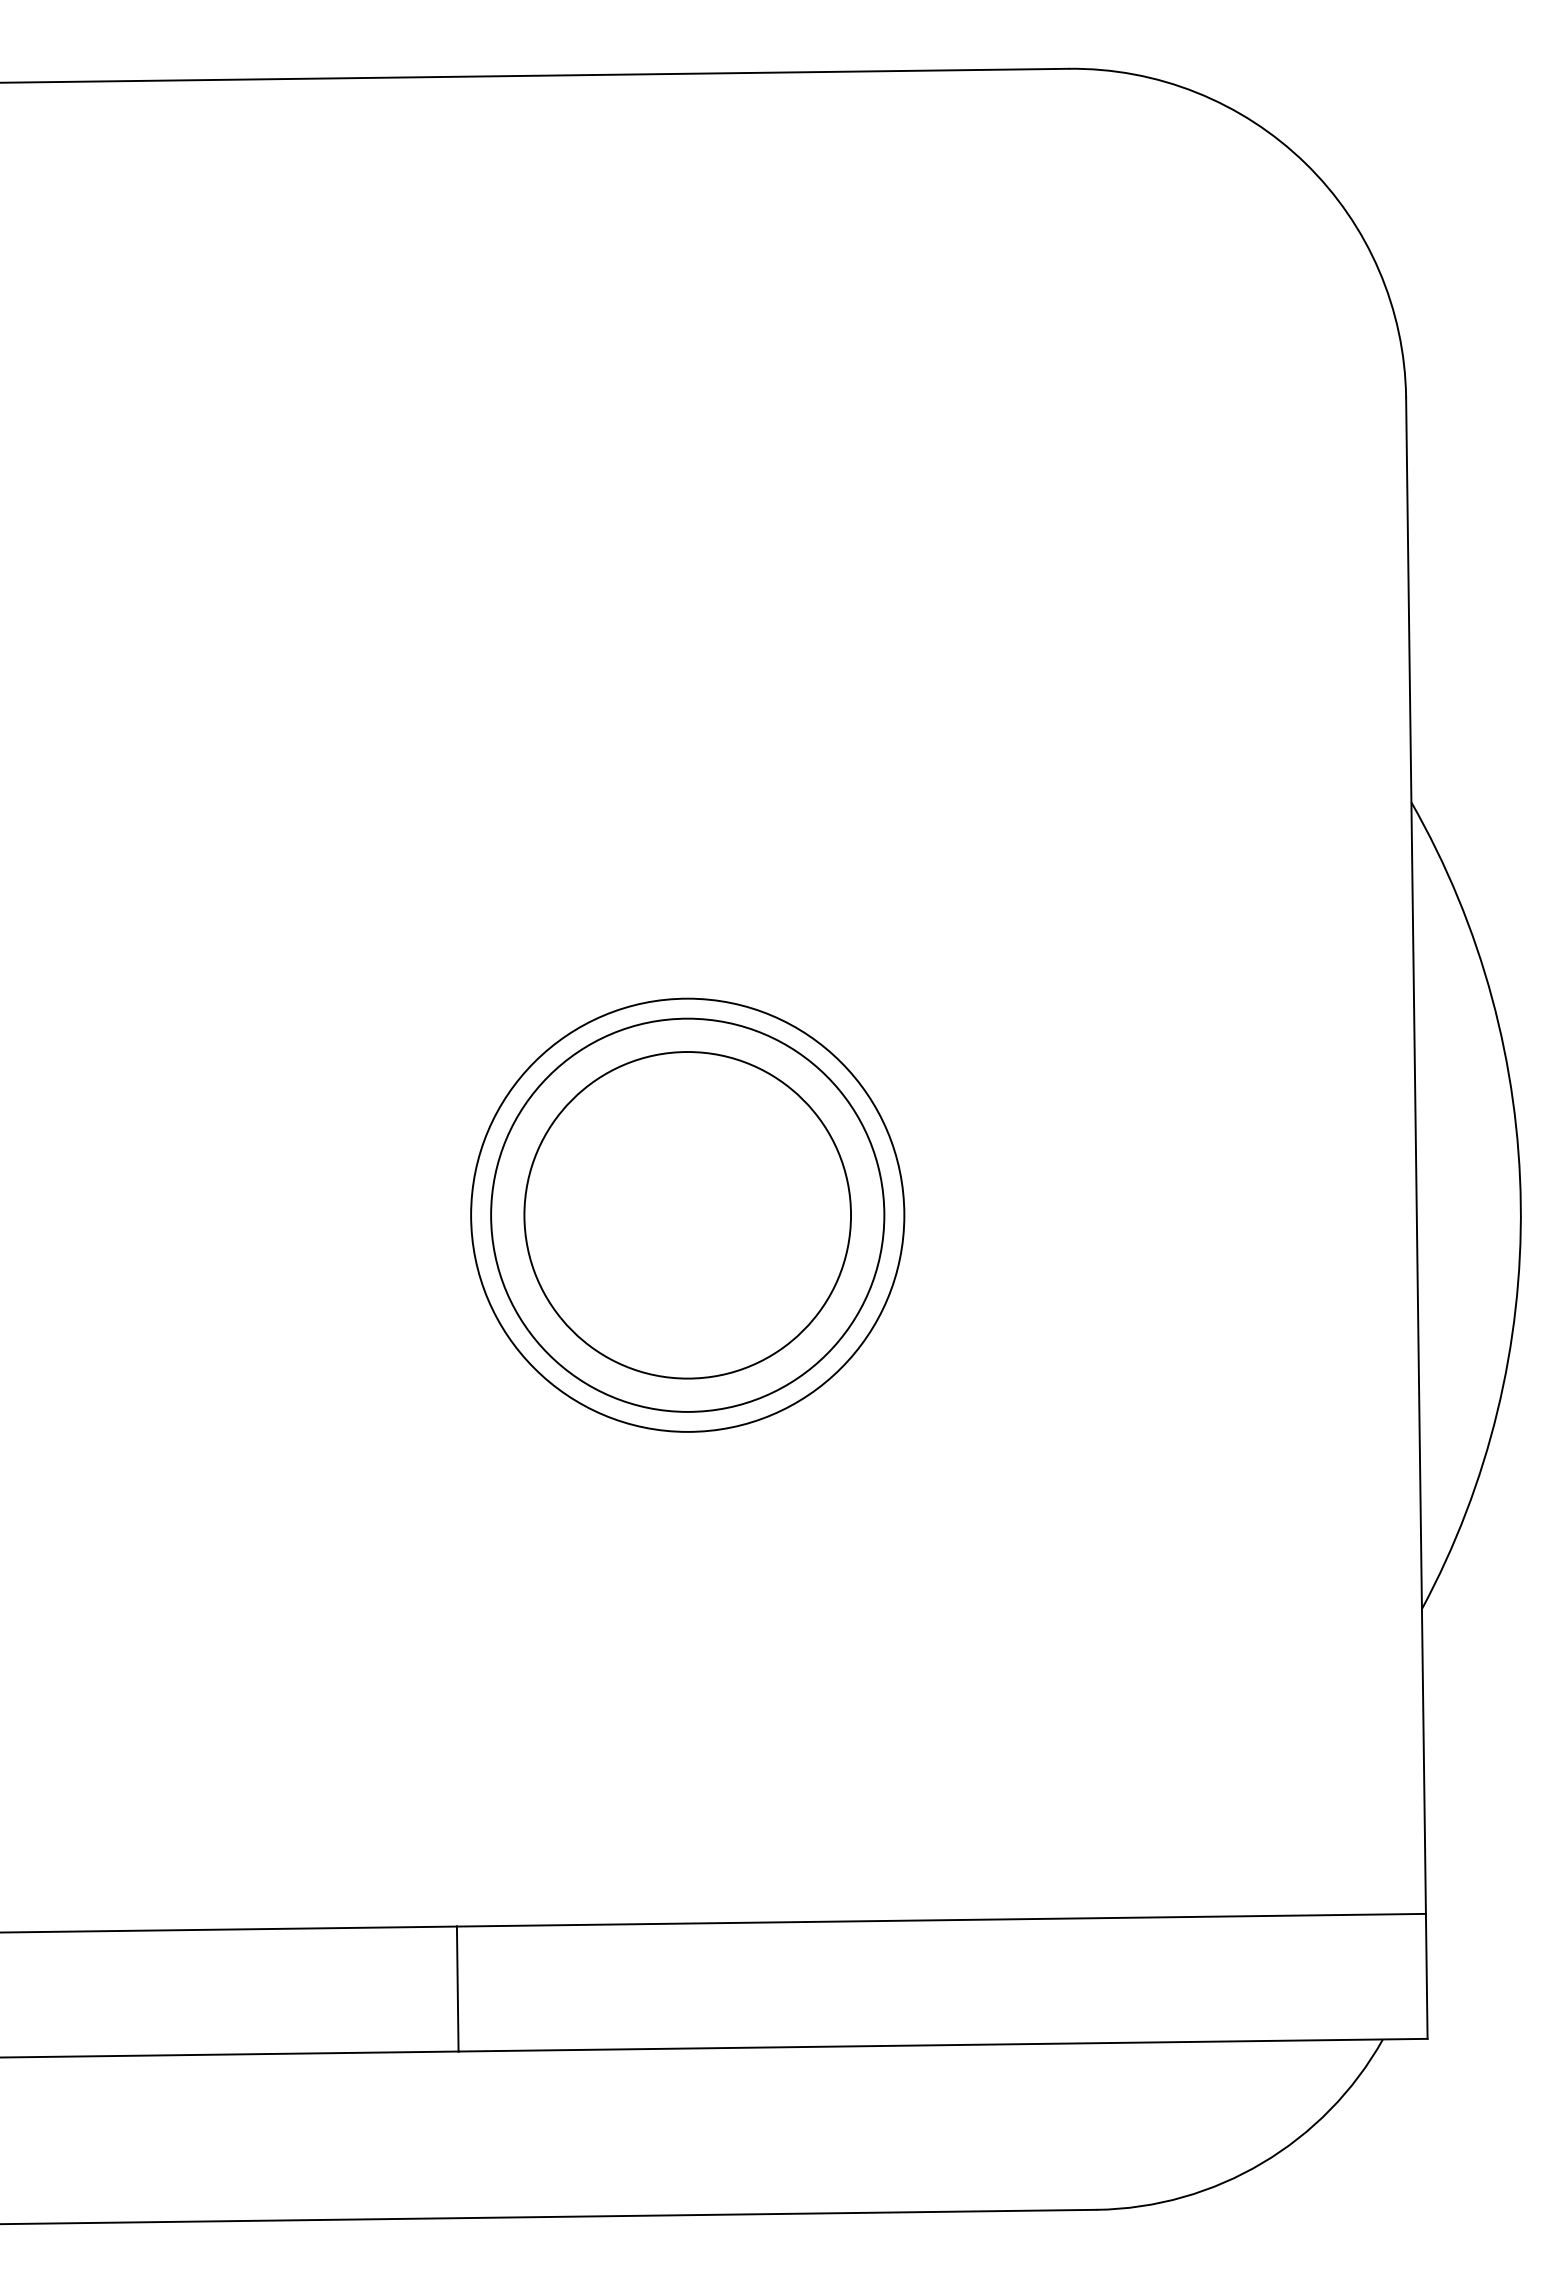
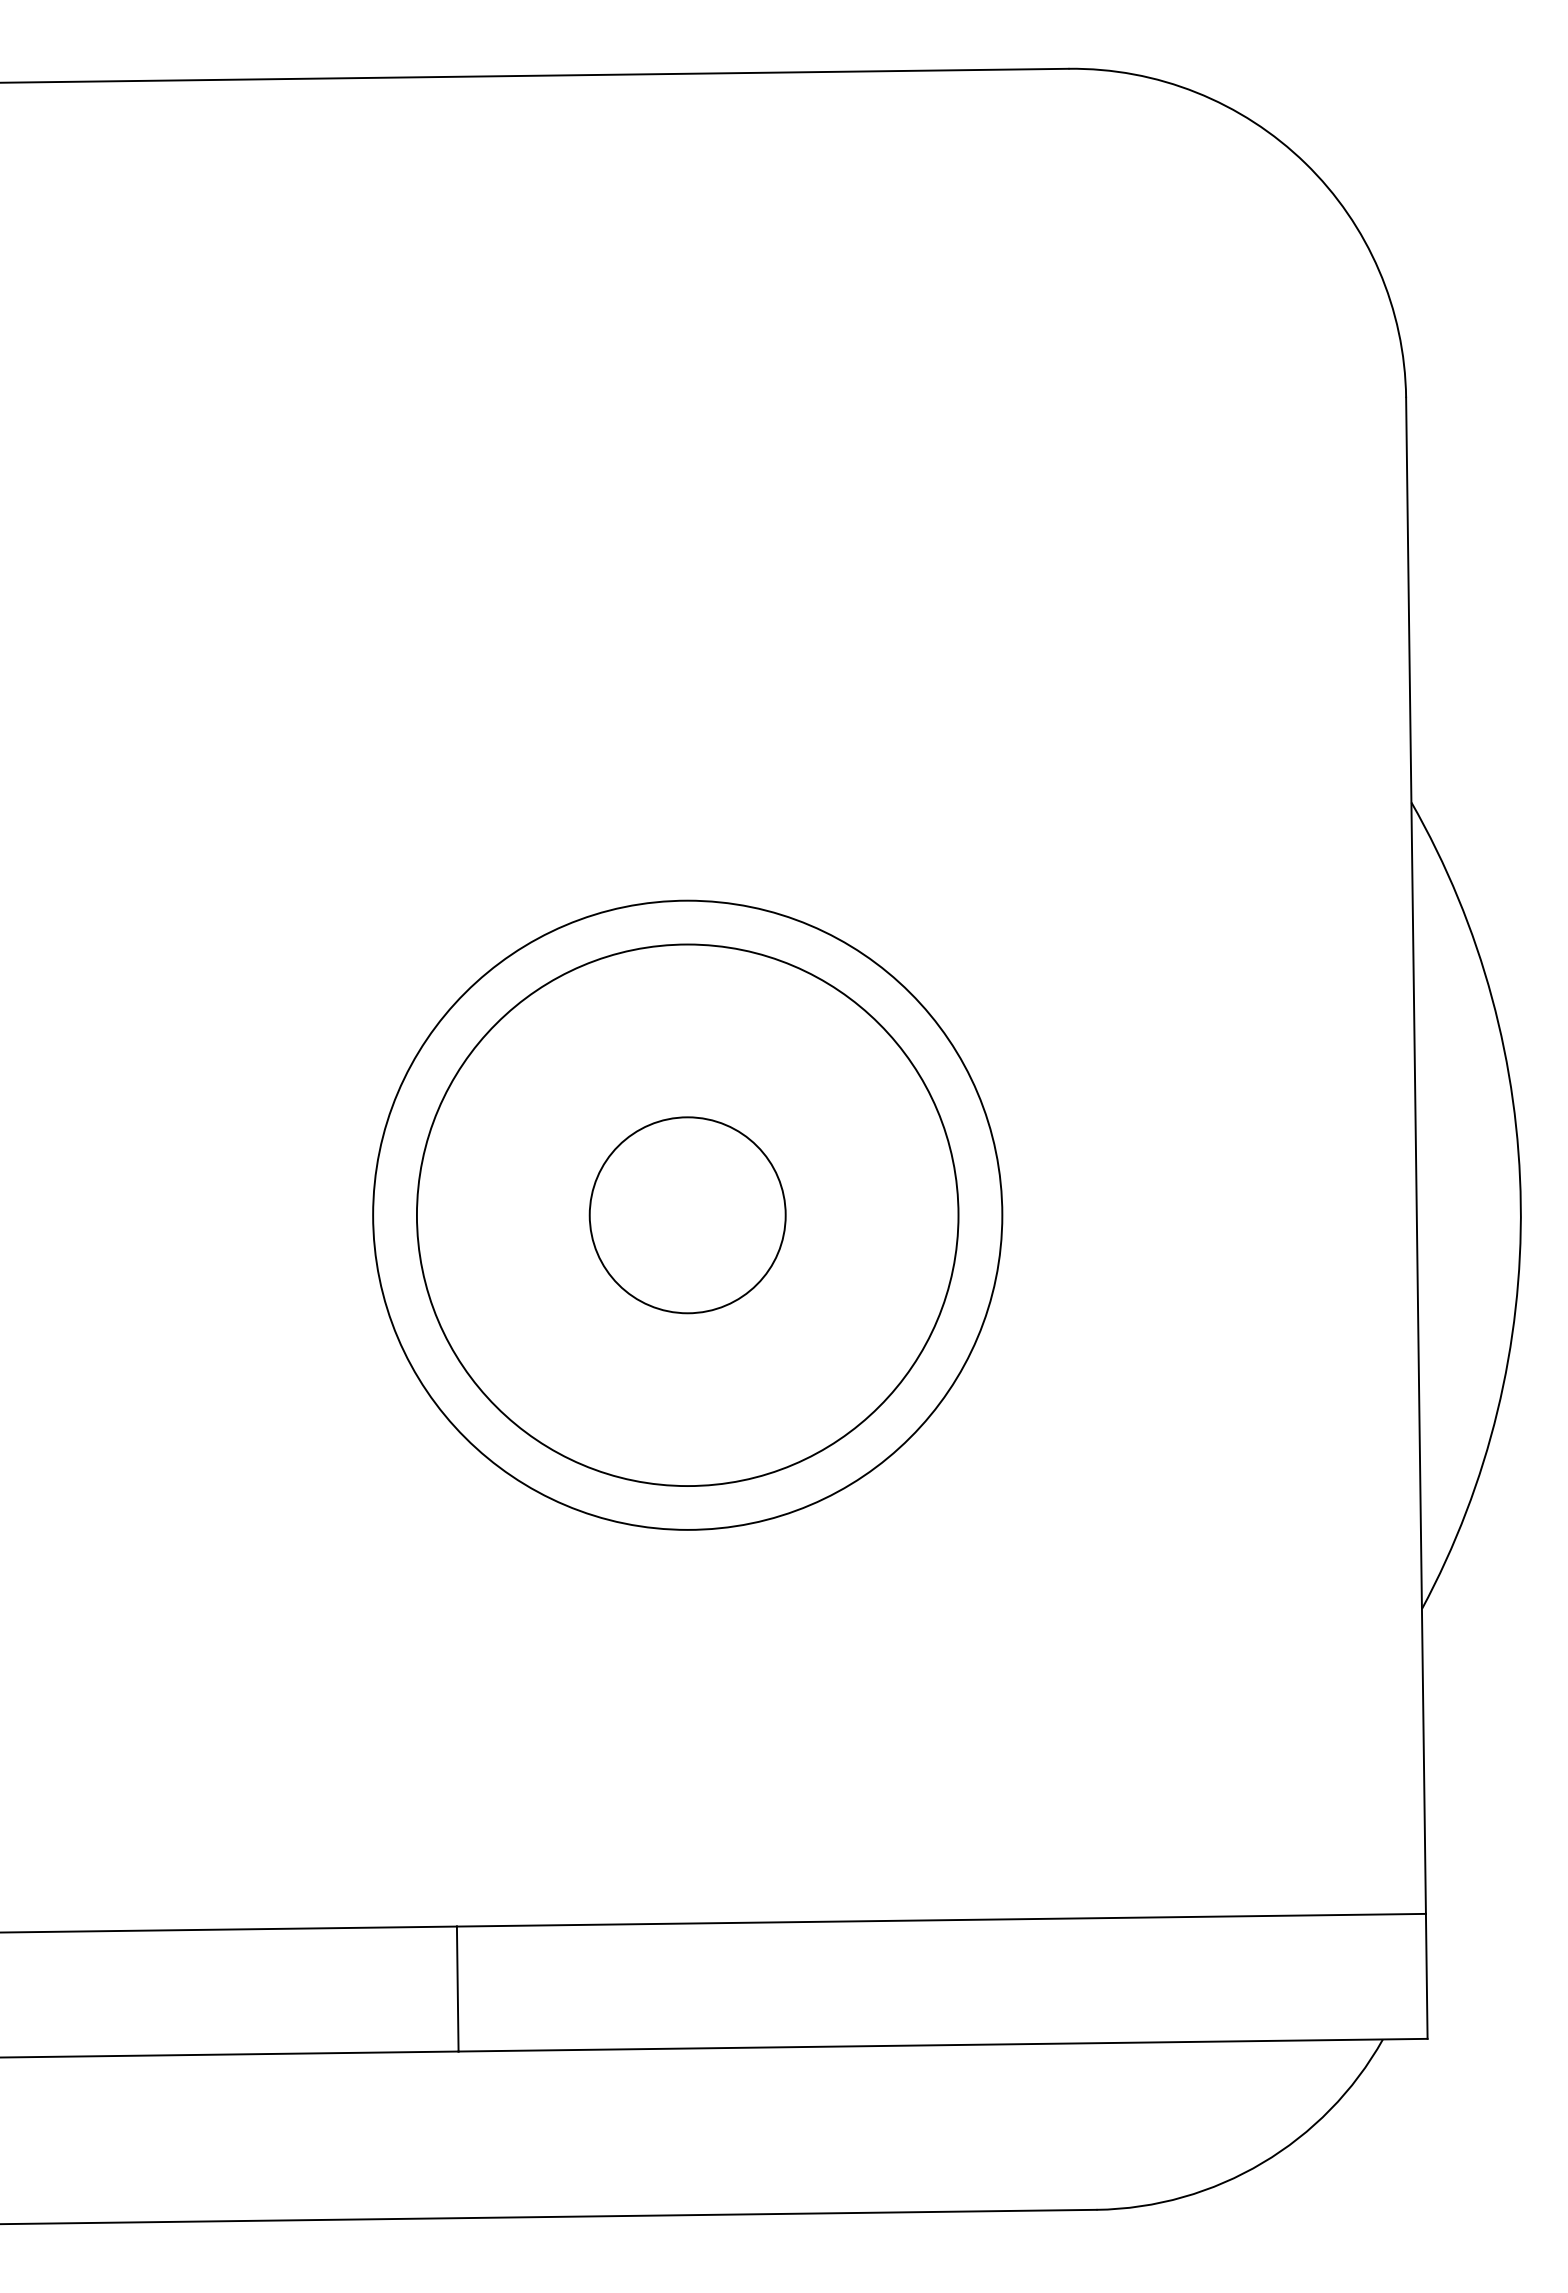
circle at (687, 1214) diameter: 393 px -> 629 px
circle at (687, 1214) diameter: 433 px -> 542 px
circle at (687, 1215) diameter: 327 px -> 196 px
